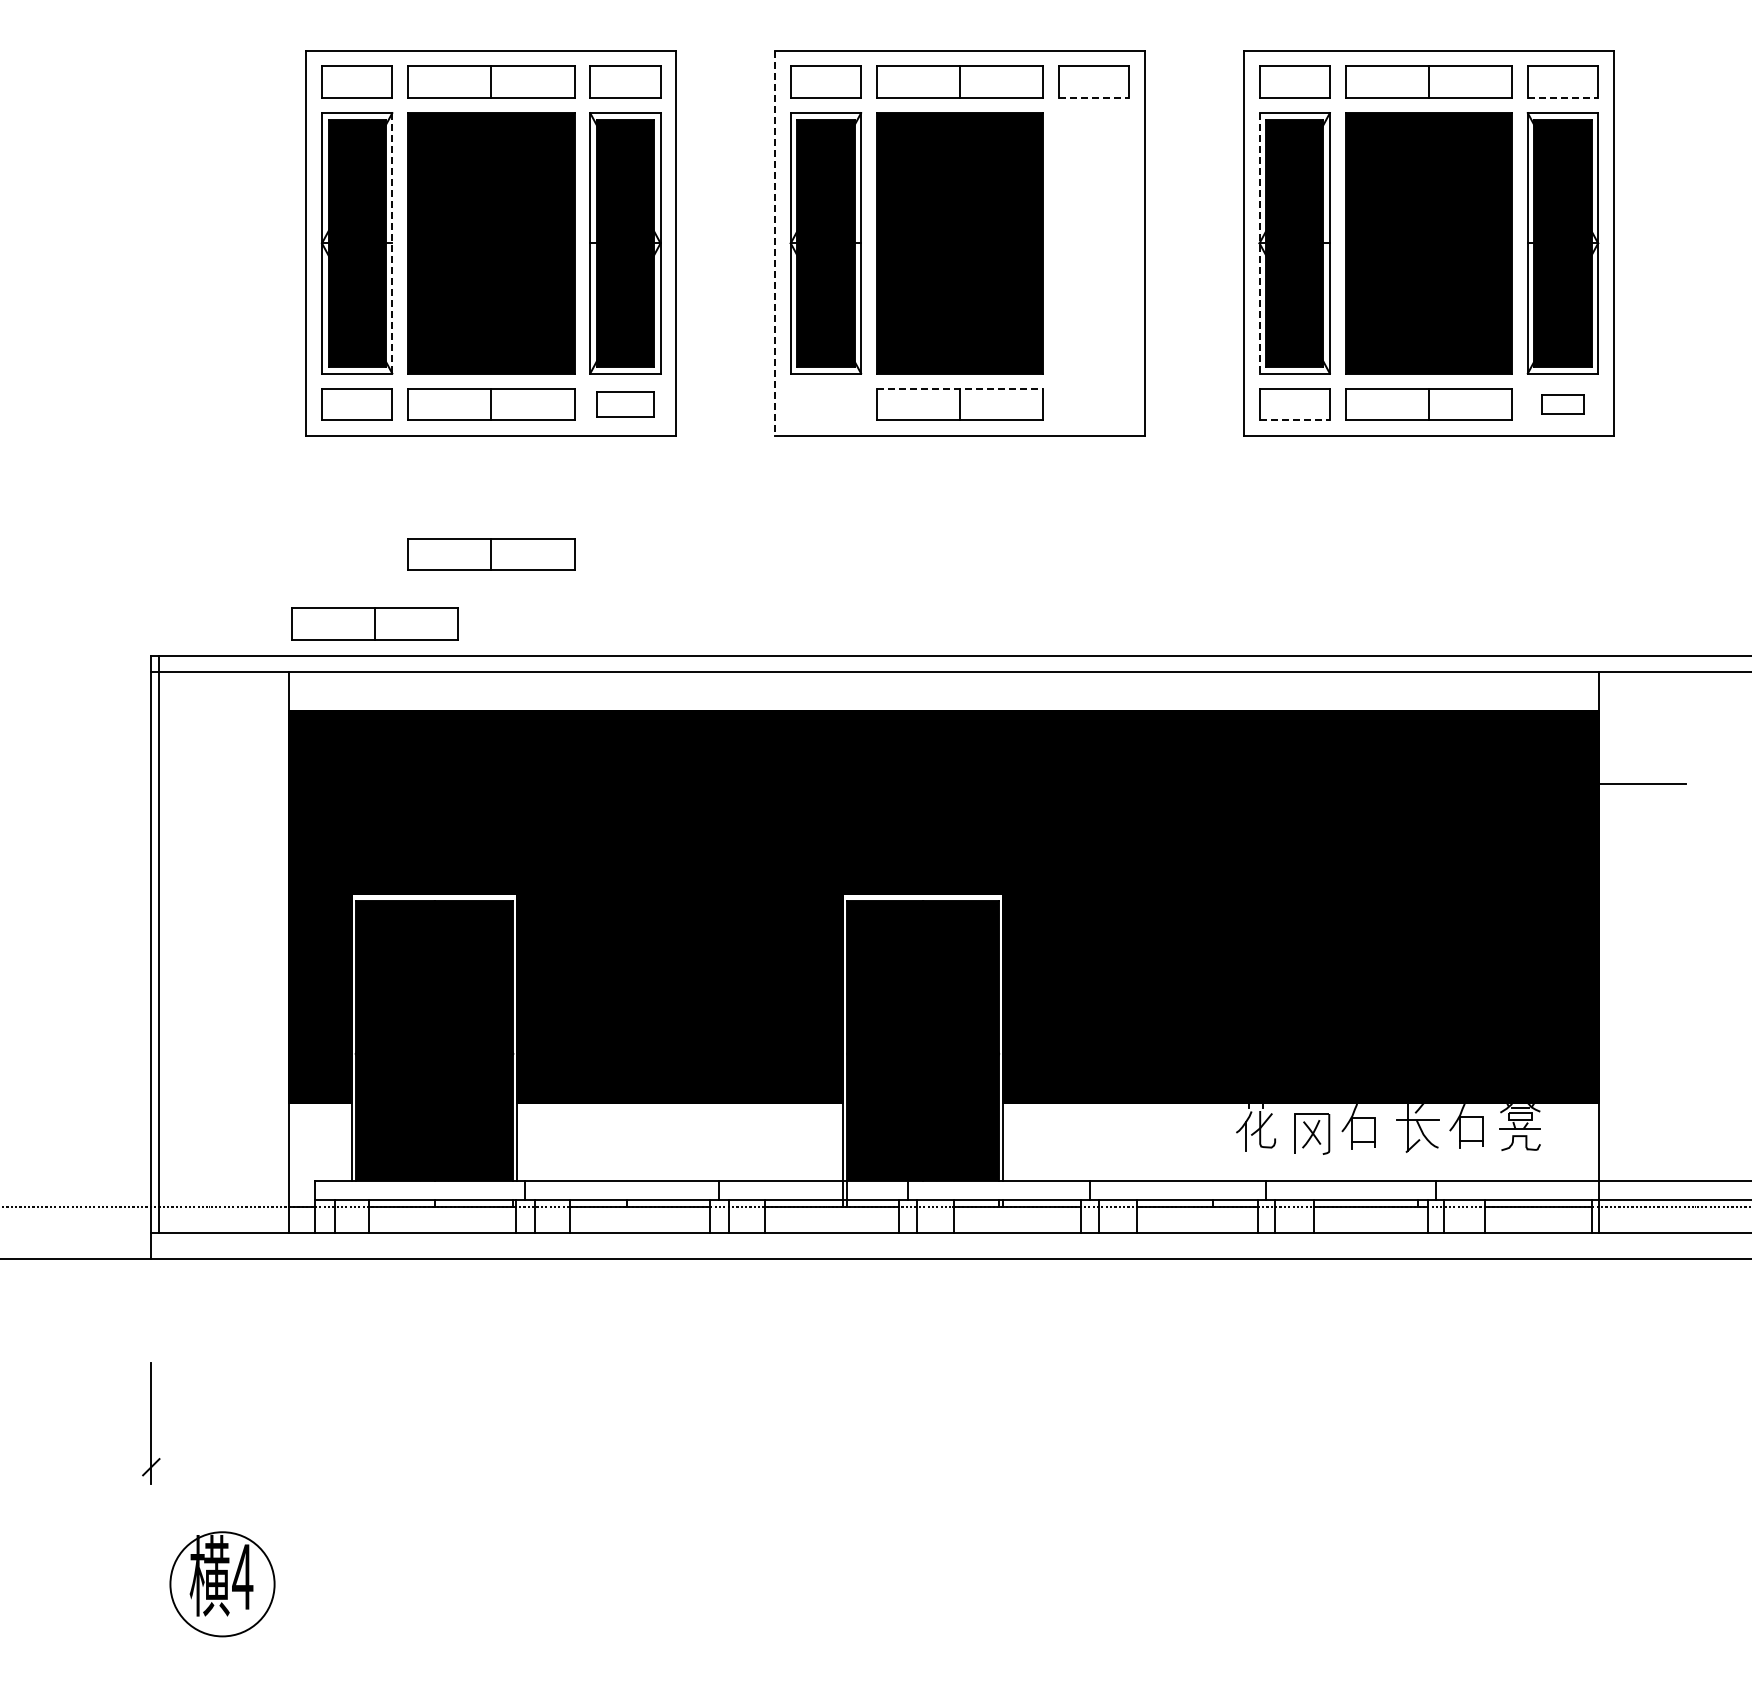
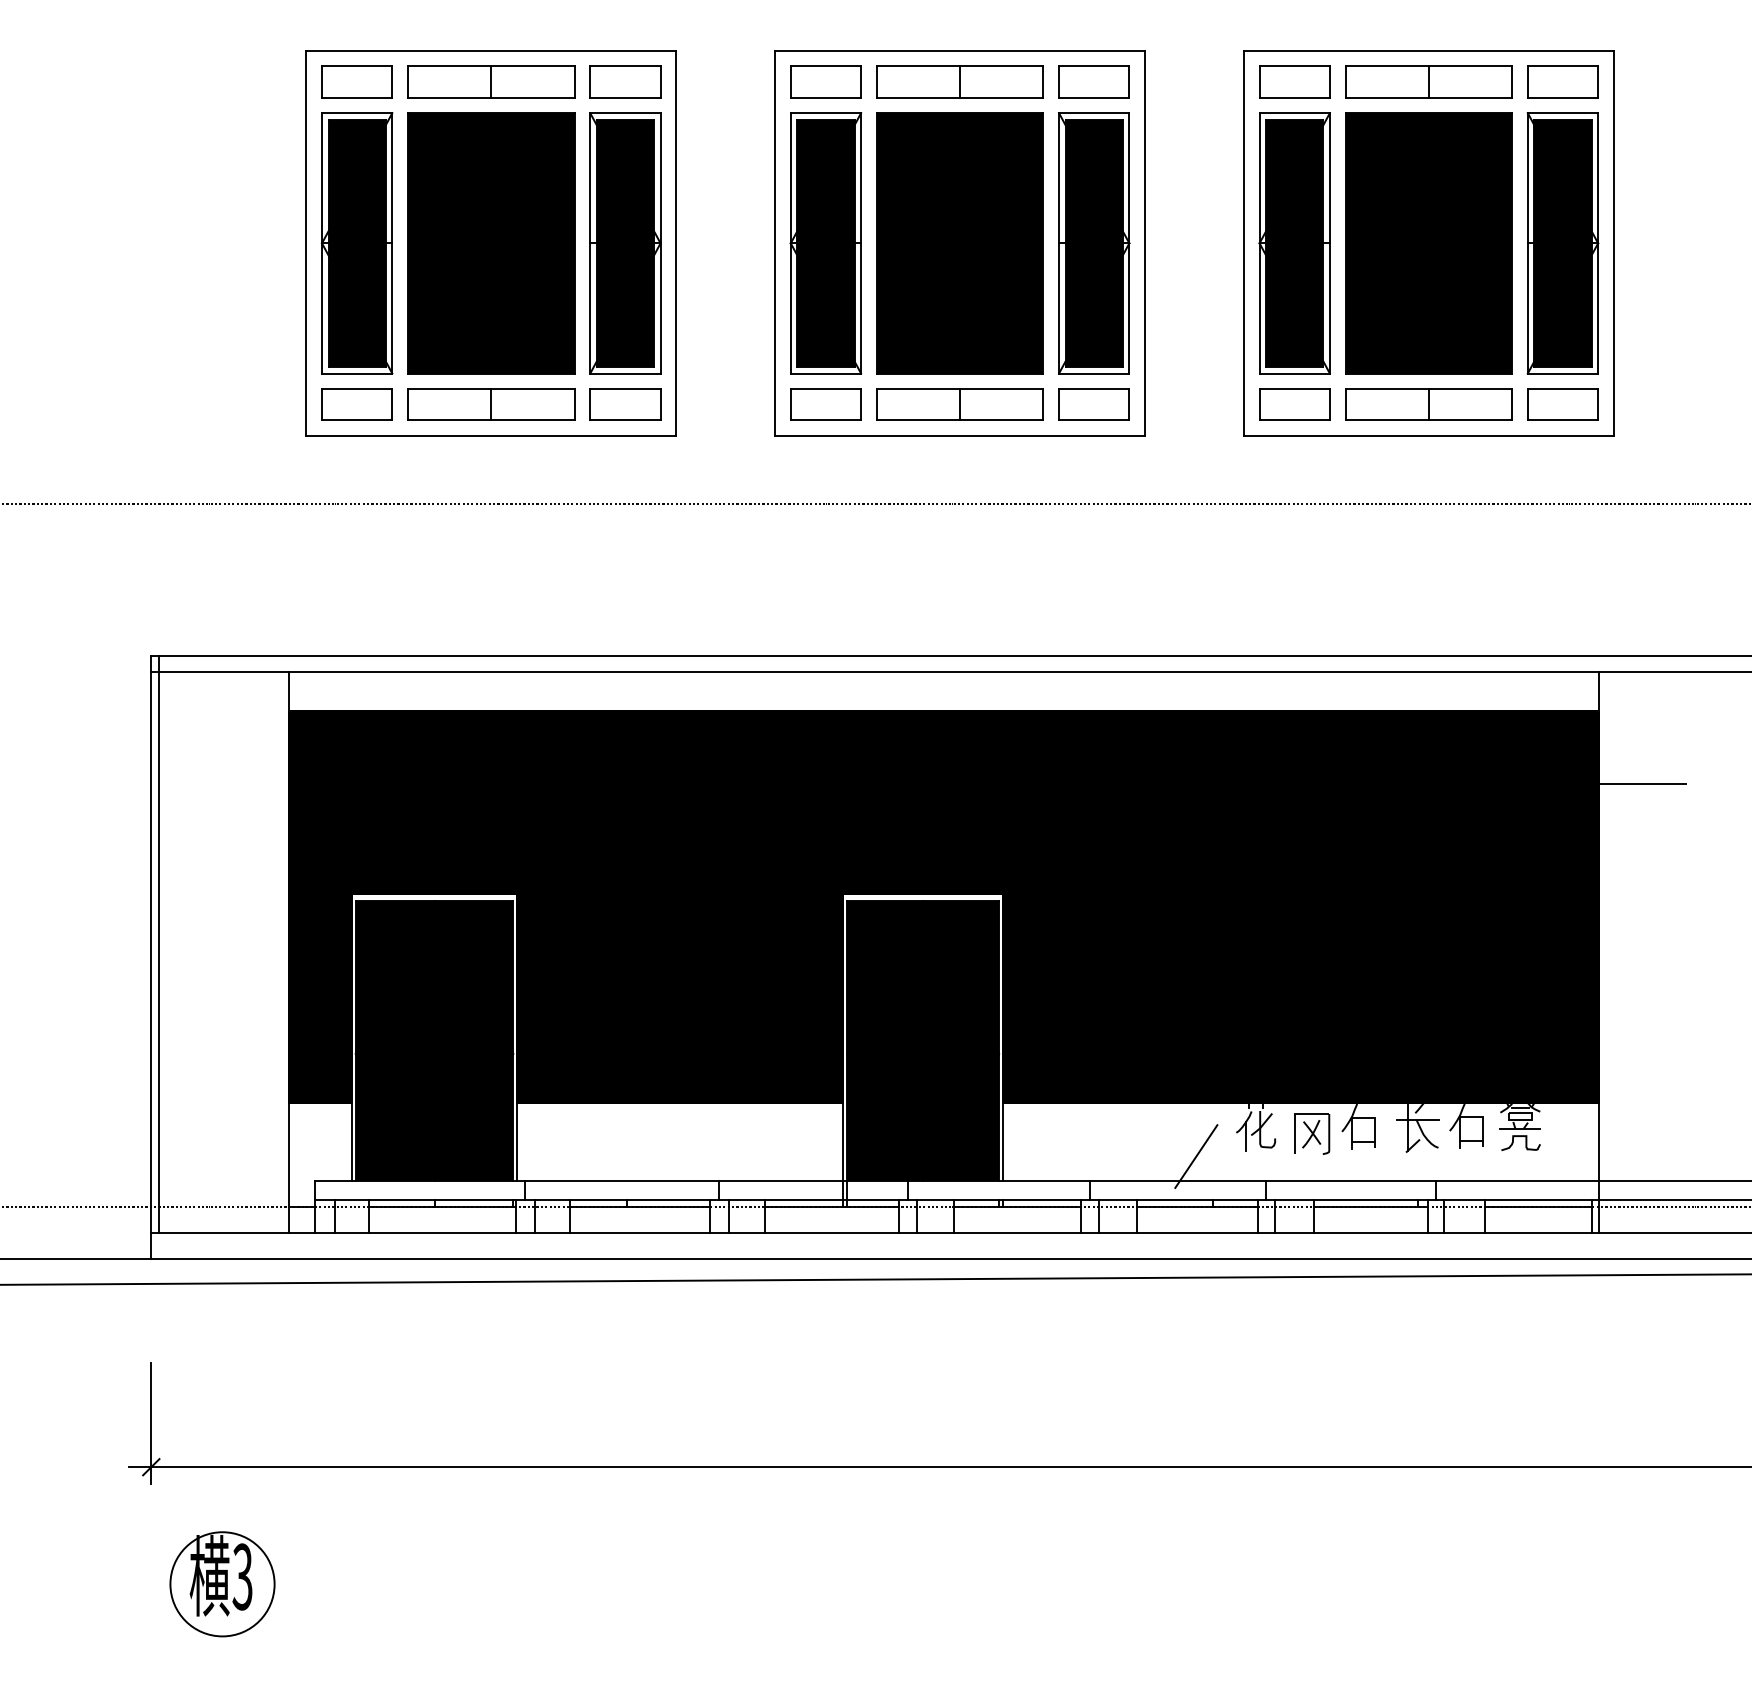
line at (1094, 97): dashed -> solid
line at (1563, 97): dashed -> solid
line at (392, 243): dashed -> solid
line at (775, 243): dashed -> solid
part at (1094, 243): none -> present
line at (1259, 243): dashed -> solid
line at (960, 389): dashed -> solid
part at (625, 404) size: 59x27 px -> 73x33 px
part at (825, 404): none -> present
part at (1093, 404): none -> present
part at (1562, 404) size: 44x21 px -> 72x33 px
line at (1295, 420): dashed -> solid
line at (875, 503): none -> present
part at (491, 554): present -> none
part at (374, 623): present -> none
line at (1196, 1156): none -> present
line at (875, 1279): none -> present
line at (938, 1467): none -> present
text at (242, 1576): 4 -> 3
